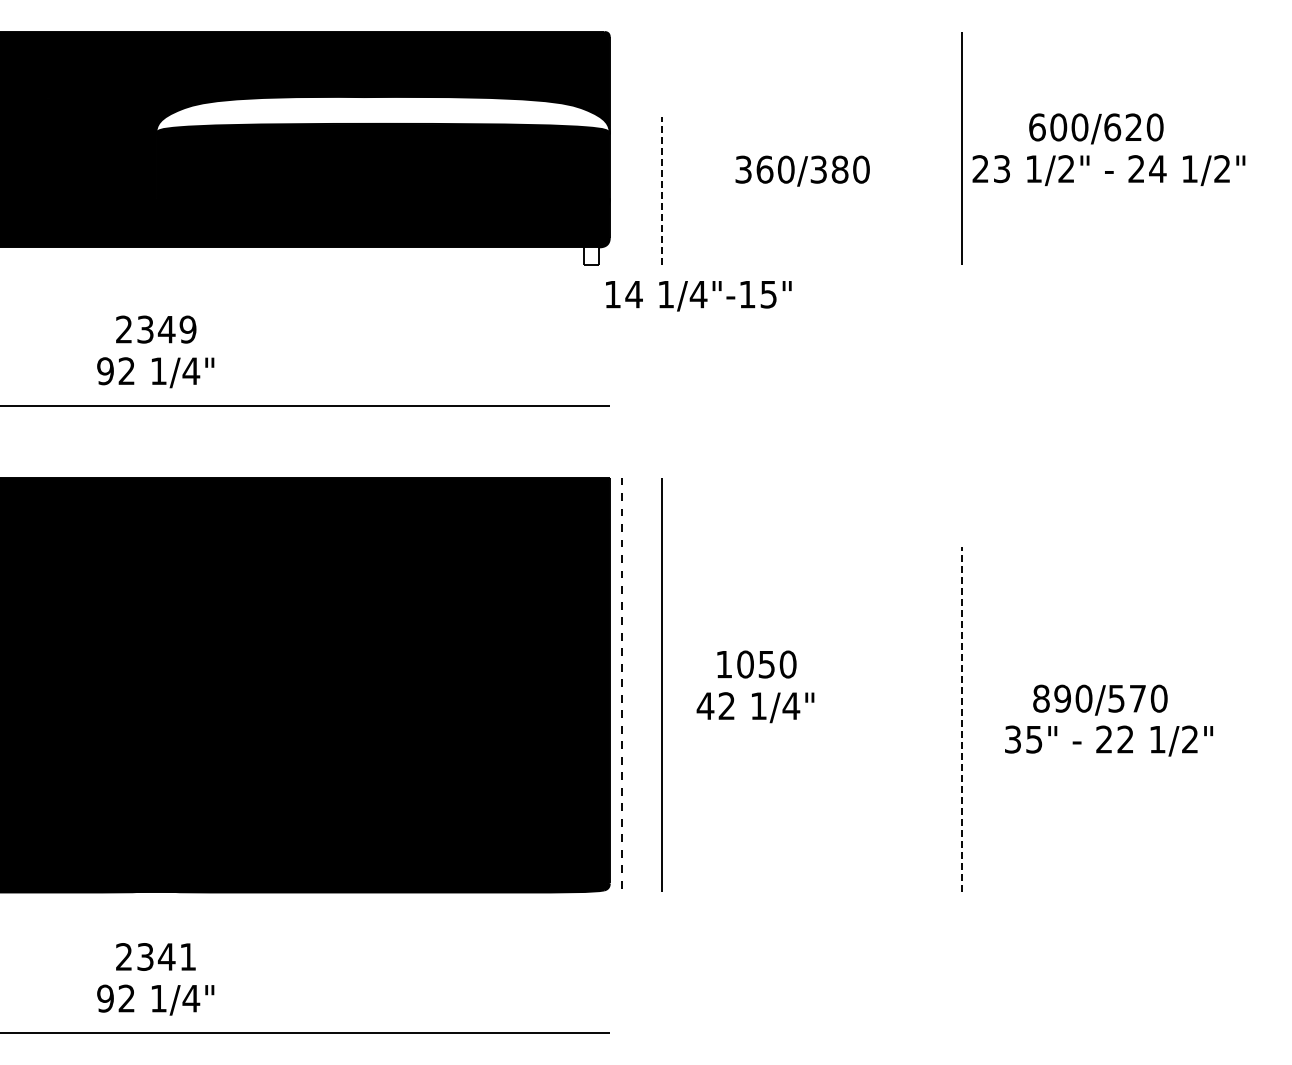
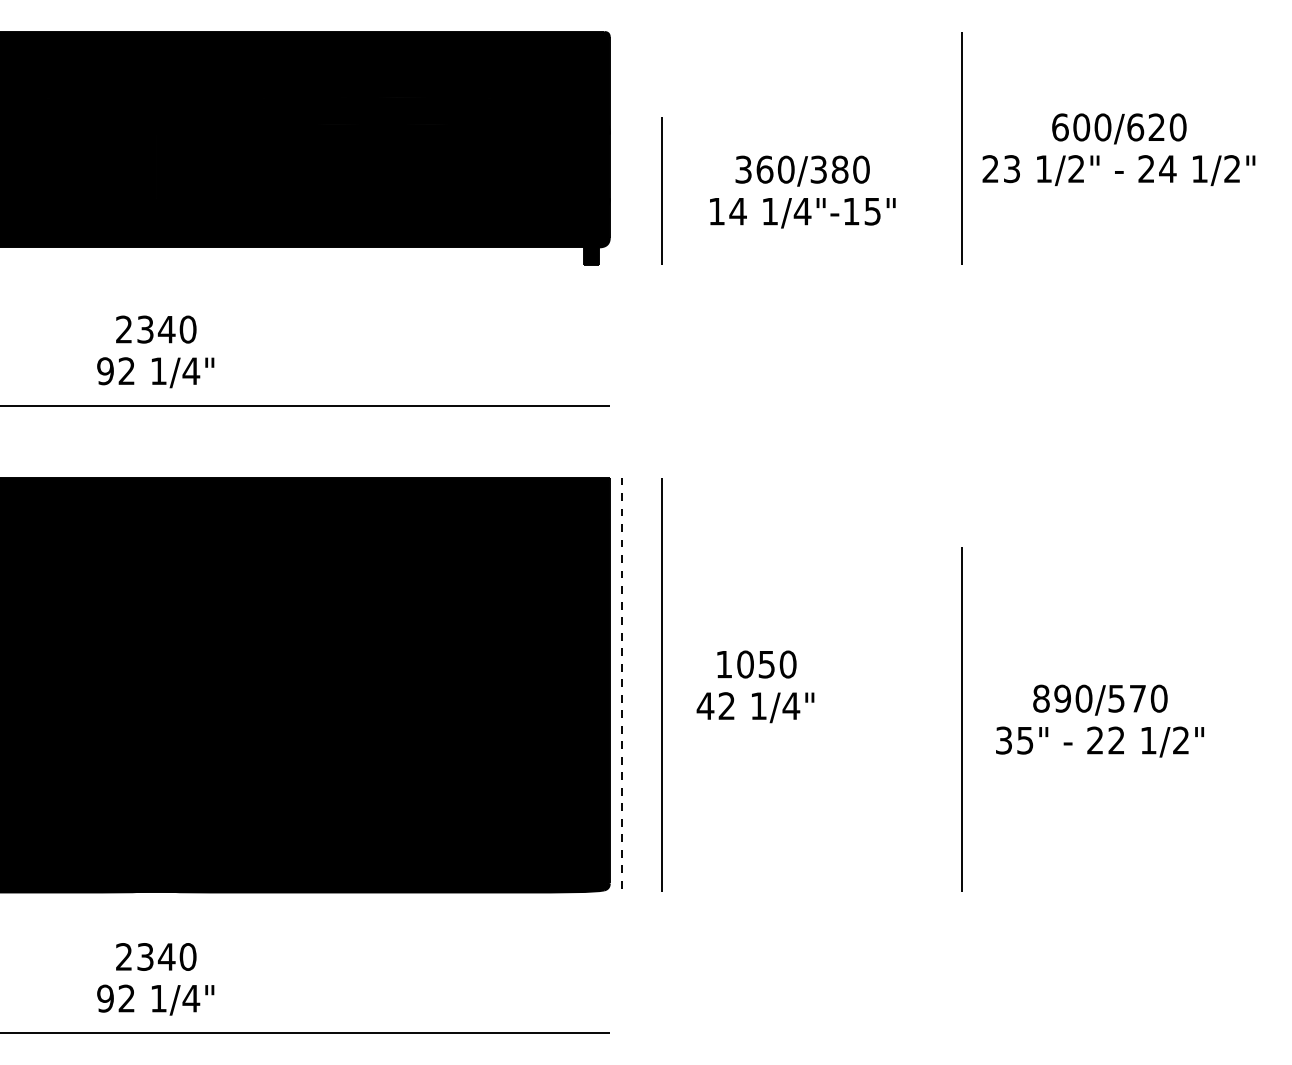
fill at (382, 115): none -> present
text at (1096, 128) position: (1096, 128) -> (1119, 128)
text at (1108, 170) position: (1108, 170) -> (1118, 170)
line at (662, 190): dashed -> solid
fill at (590, 255): none -> present
text at (698, 296) position: (698, 296) -> (802, 213)
text at (187, 329): 2349 -> 2340
line at (962, 719): dashed -> solid
text at (1108, 740) position: (1108, 740) -> (1099, 741)
text at (187, 956): 2341 -> 2340
